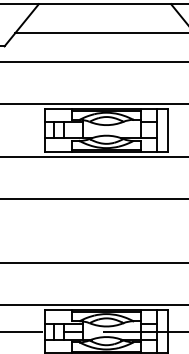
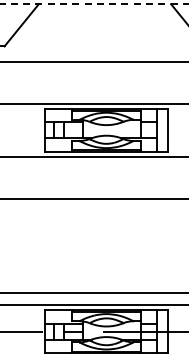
line at (94, 4): solid -> dashed
line at (100, 33): present -> none
line at (93, 263) position: (93, 263) -> (93, 293)
